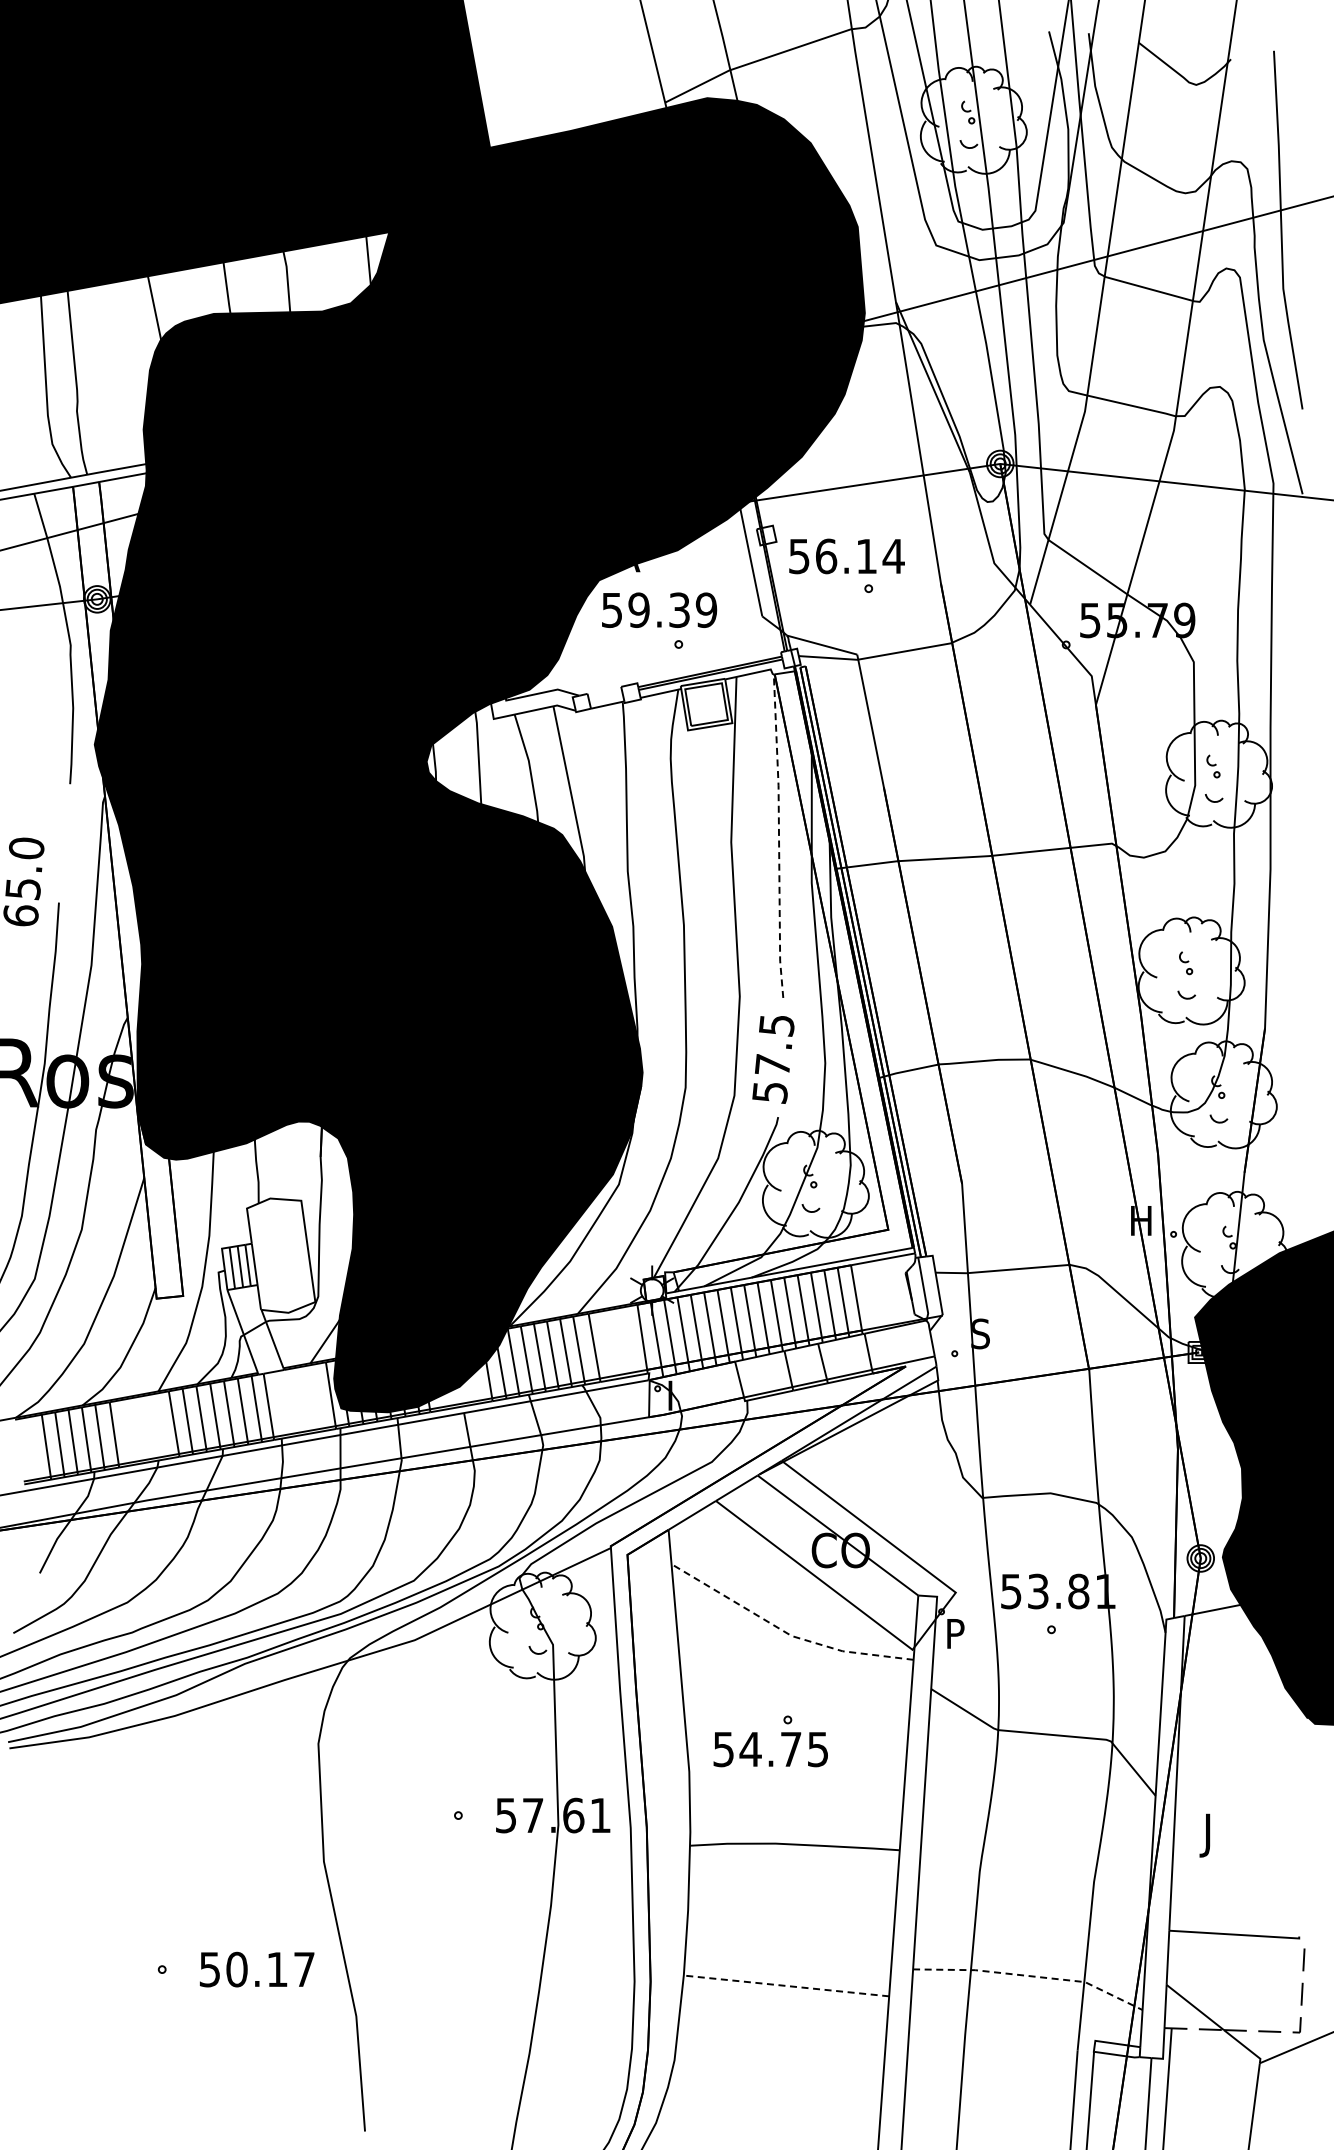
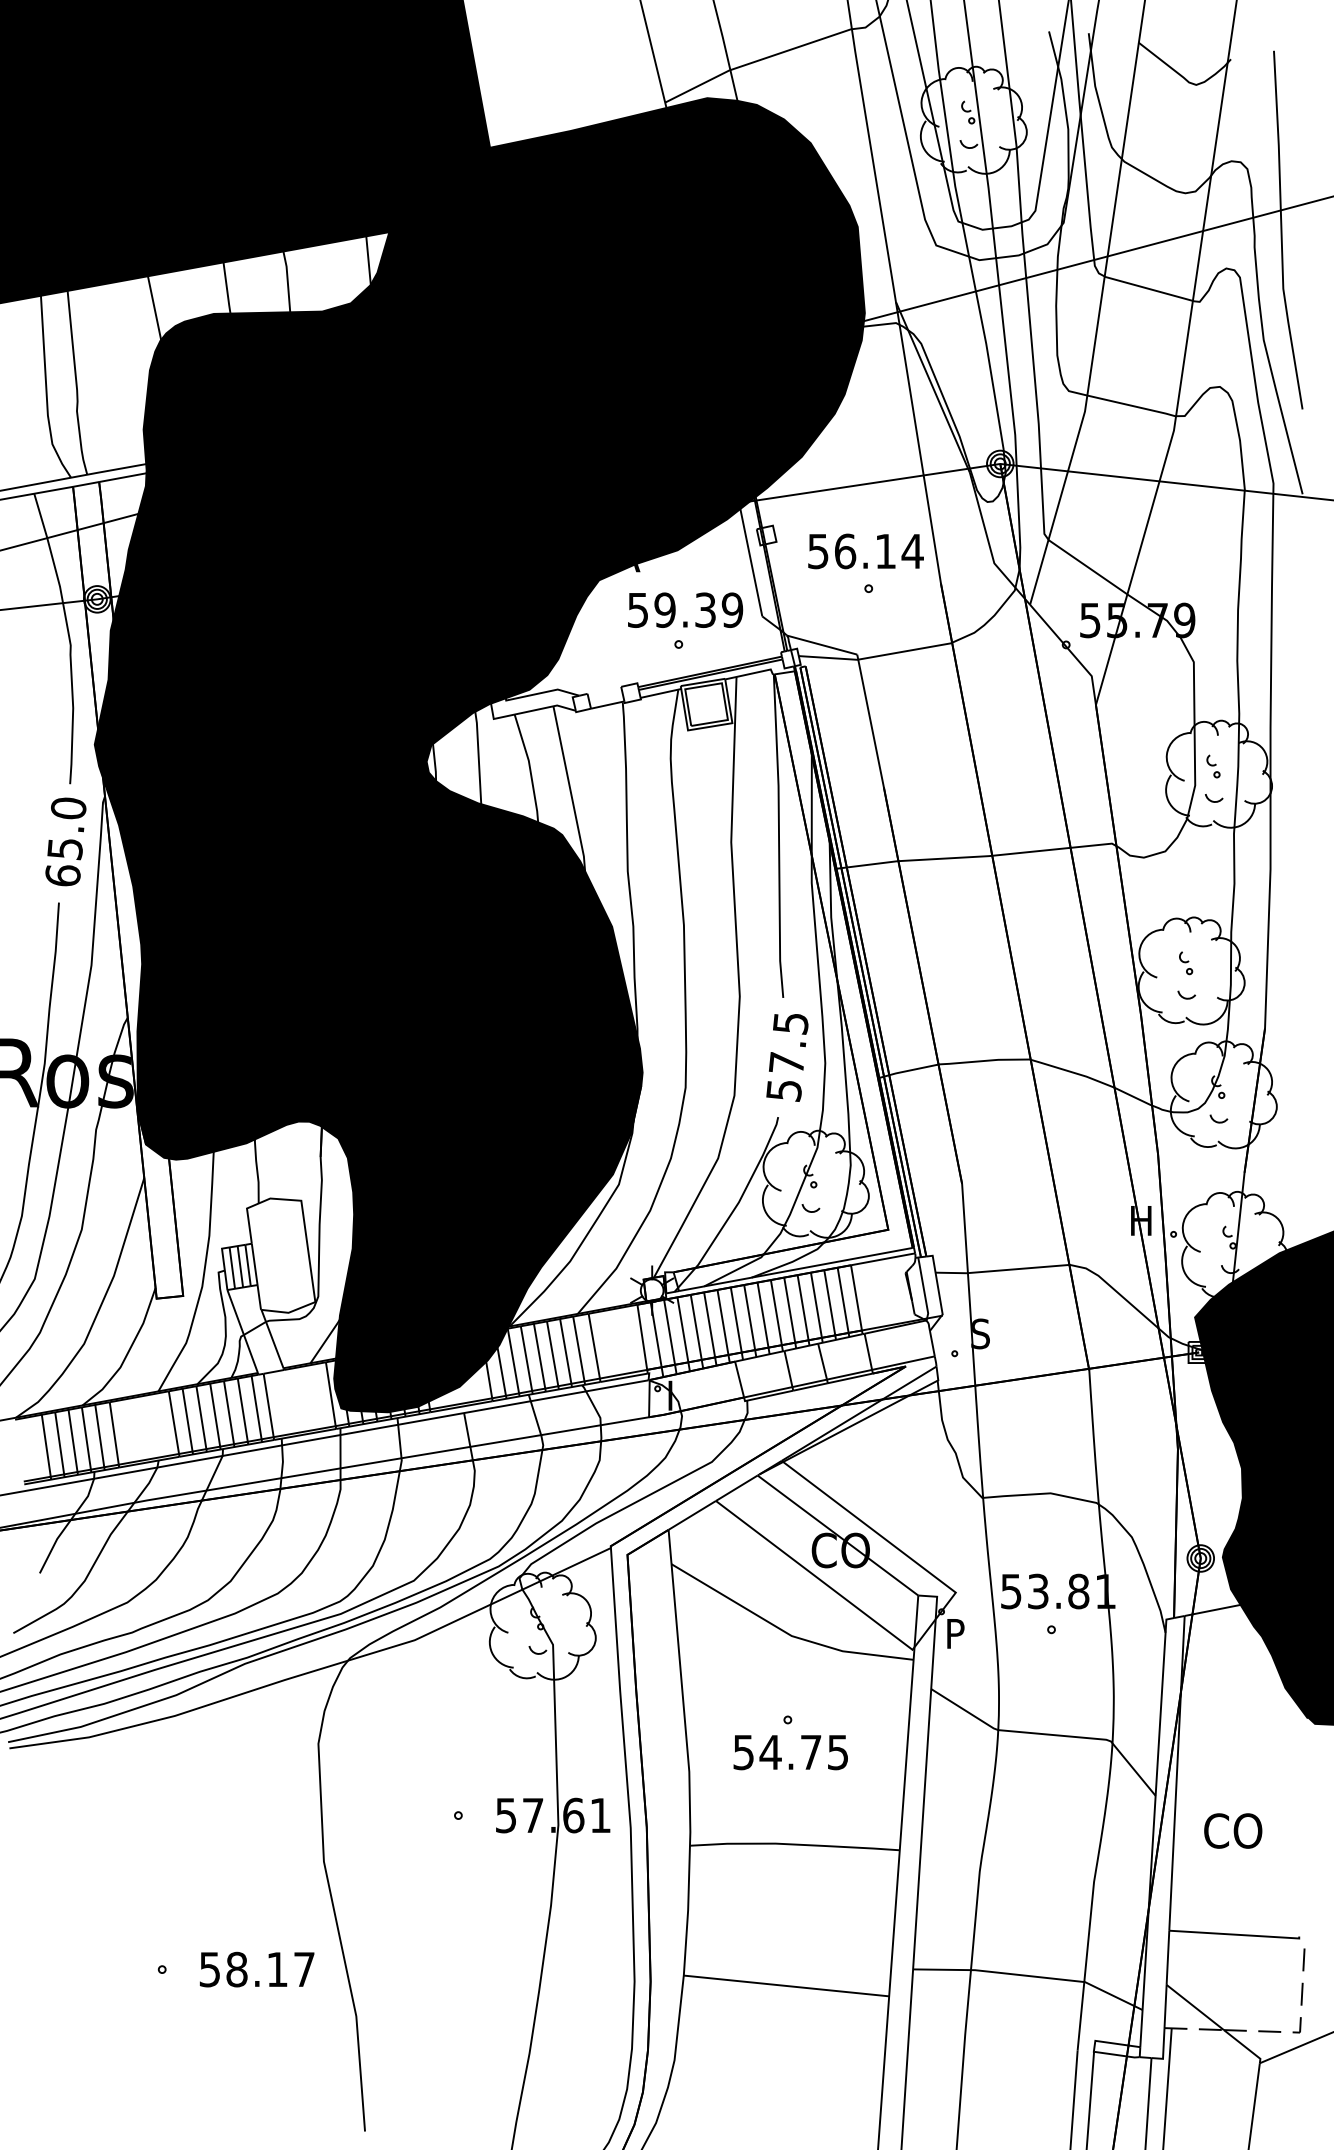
text at (846, 556) position: (846, 556) -> (865, 551)
text at (659, 609) position: (659, 609) -> (685, 609)
line at (779, 836): dashed -> solid
text at (23, 881) position: (23, 881) -> (65, 841)
text at (773, 1059) position: (773, 1059) -> (787, 1057)
line at (785, 1632): dashed -> solid
text at (770, 1749) position: (770, 1749) -> (790, 1752)
text at (1230, 1835): J -> CO
text at (236, 1969): 50.17 -> 58.17
line at (1030, 1976): dashed -> solid
line at (785, 1985): dashed -> solid
